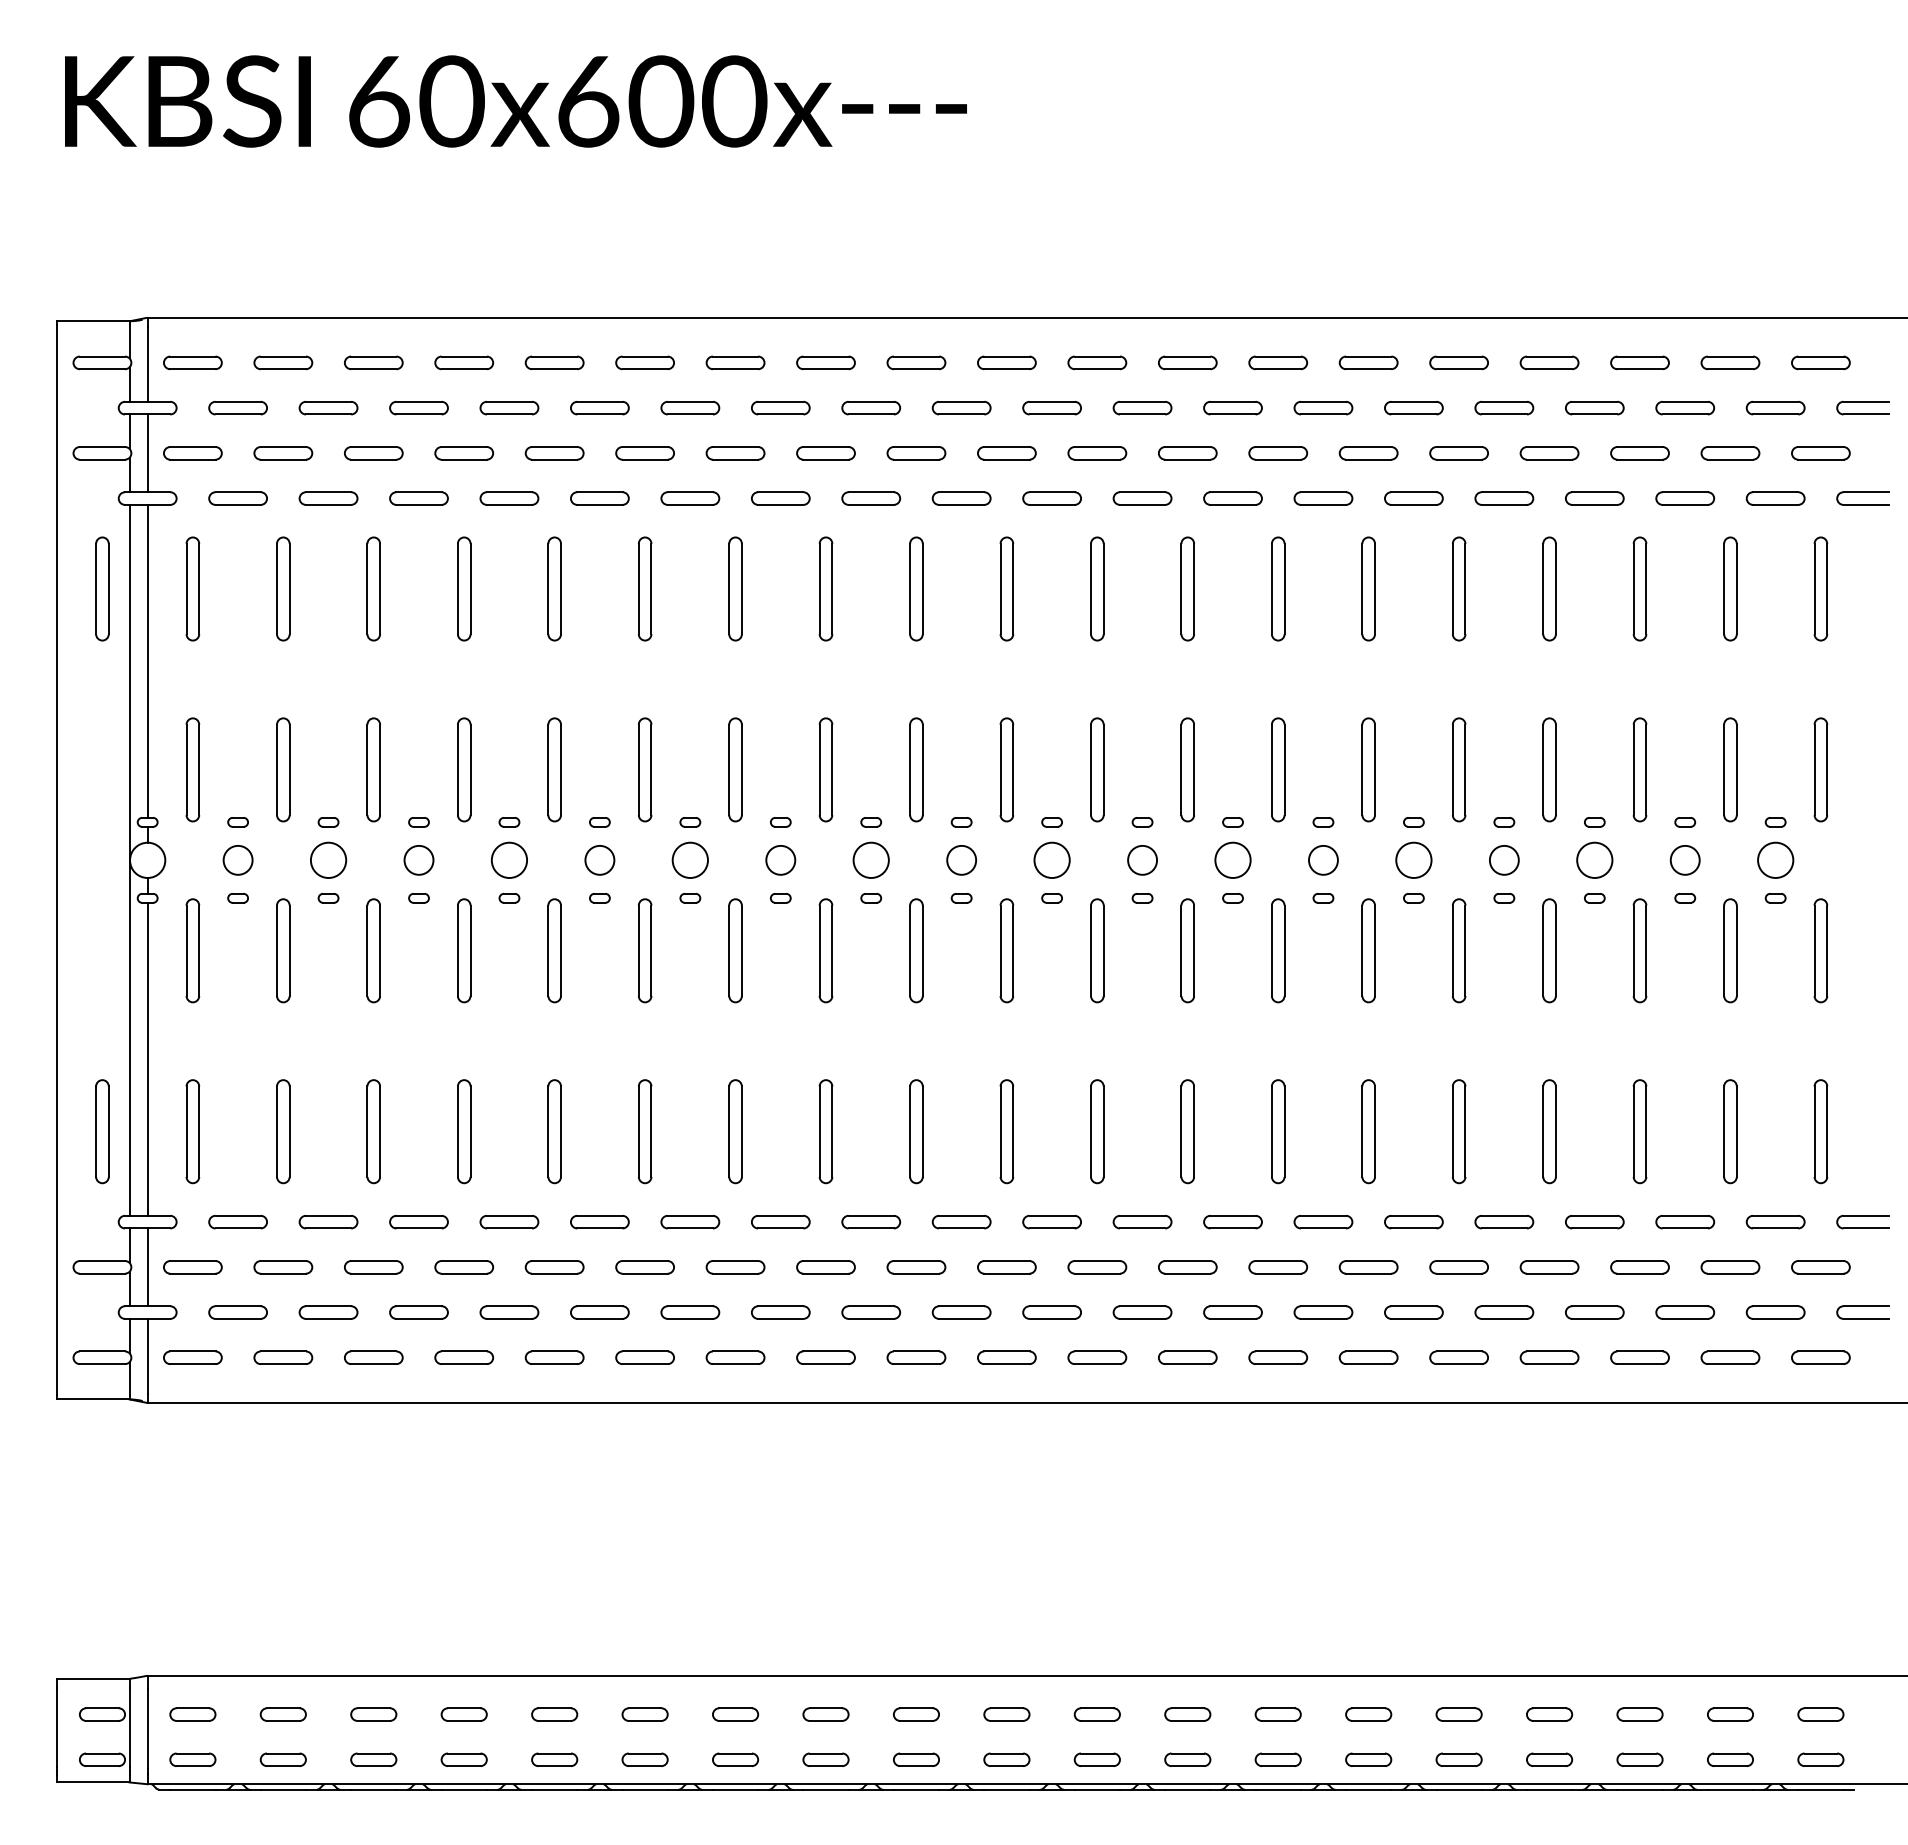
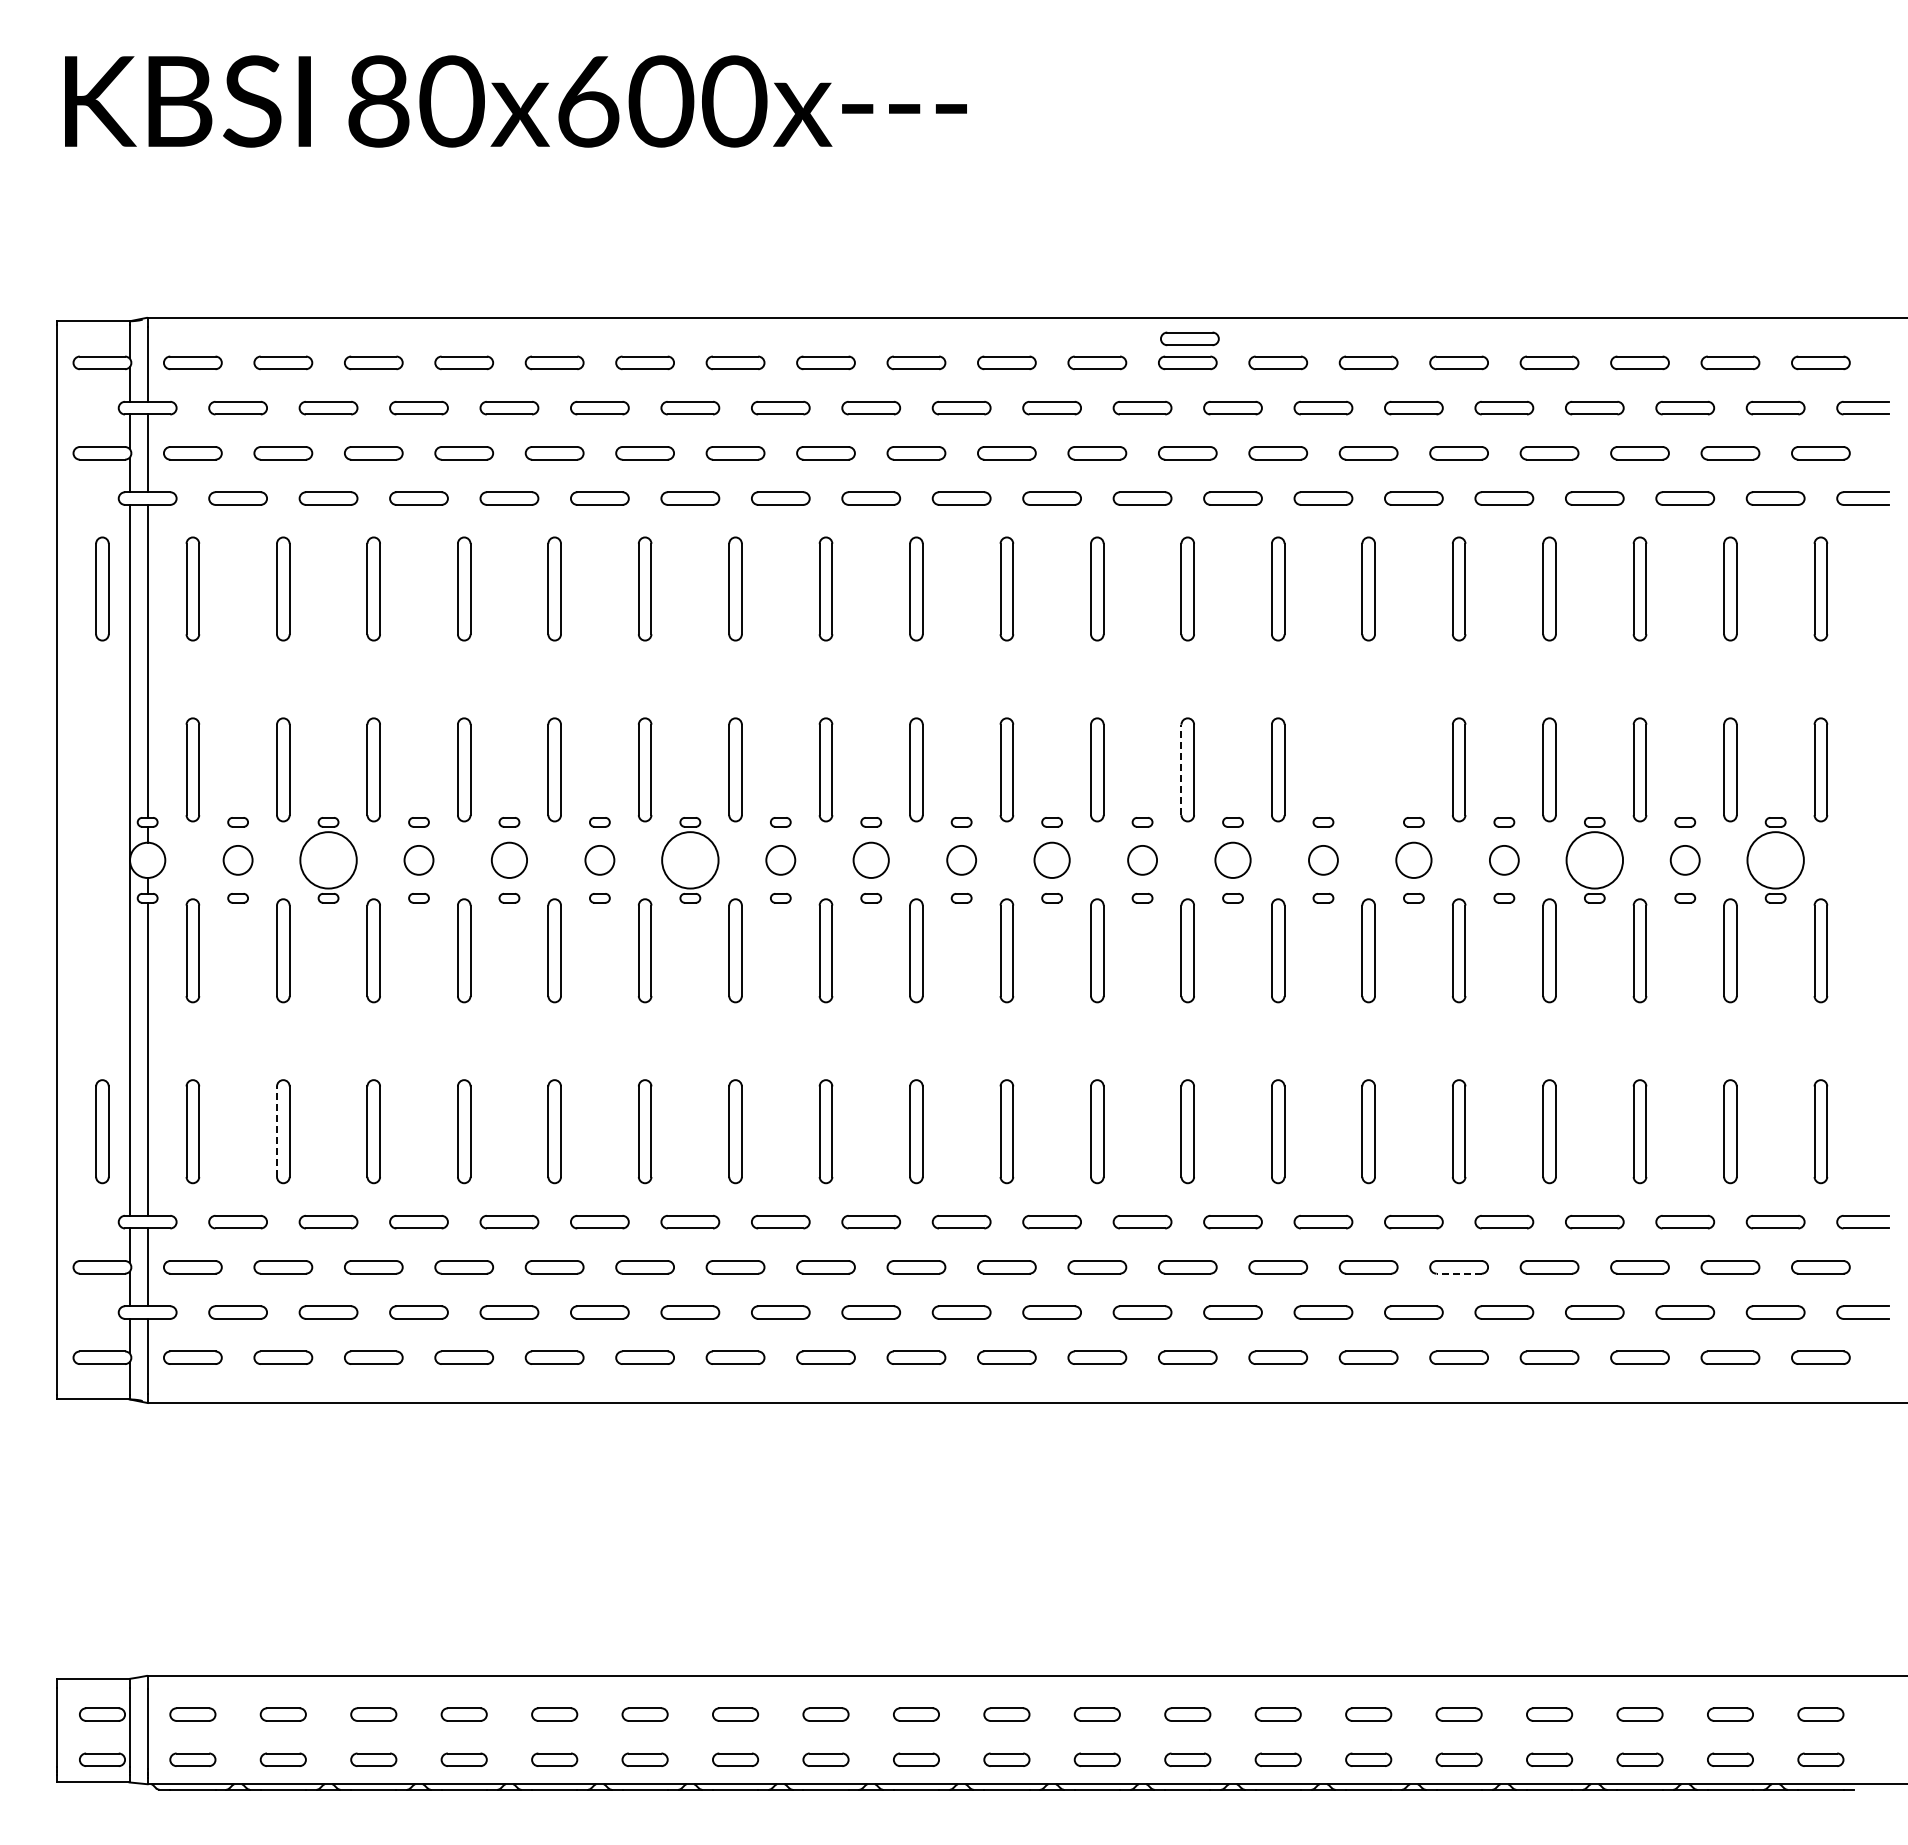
text at (379, 101): 60x600x--- -> 80x600x---
part at (1189, 338): none -> present
line at (1181, 769): solid -> dashed
part at (1368, 769): present -> none
circle at (328, 859) diameter: 35 px -> 56 px
circle at (689, 859) diameter: 35 px -> 56 px
circle at (1594, 859) diameter: 35 px -> 56 px
circle at (1775, 859) diameter: 35 px -> 56 px
line at (277, 1131): solid -> dashed
line at (1459, 1273): solid -> dashed
